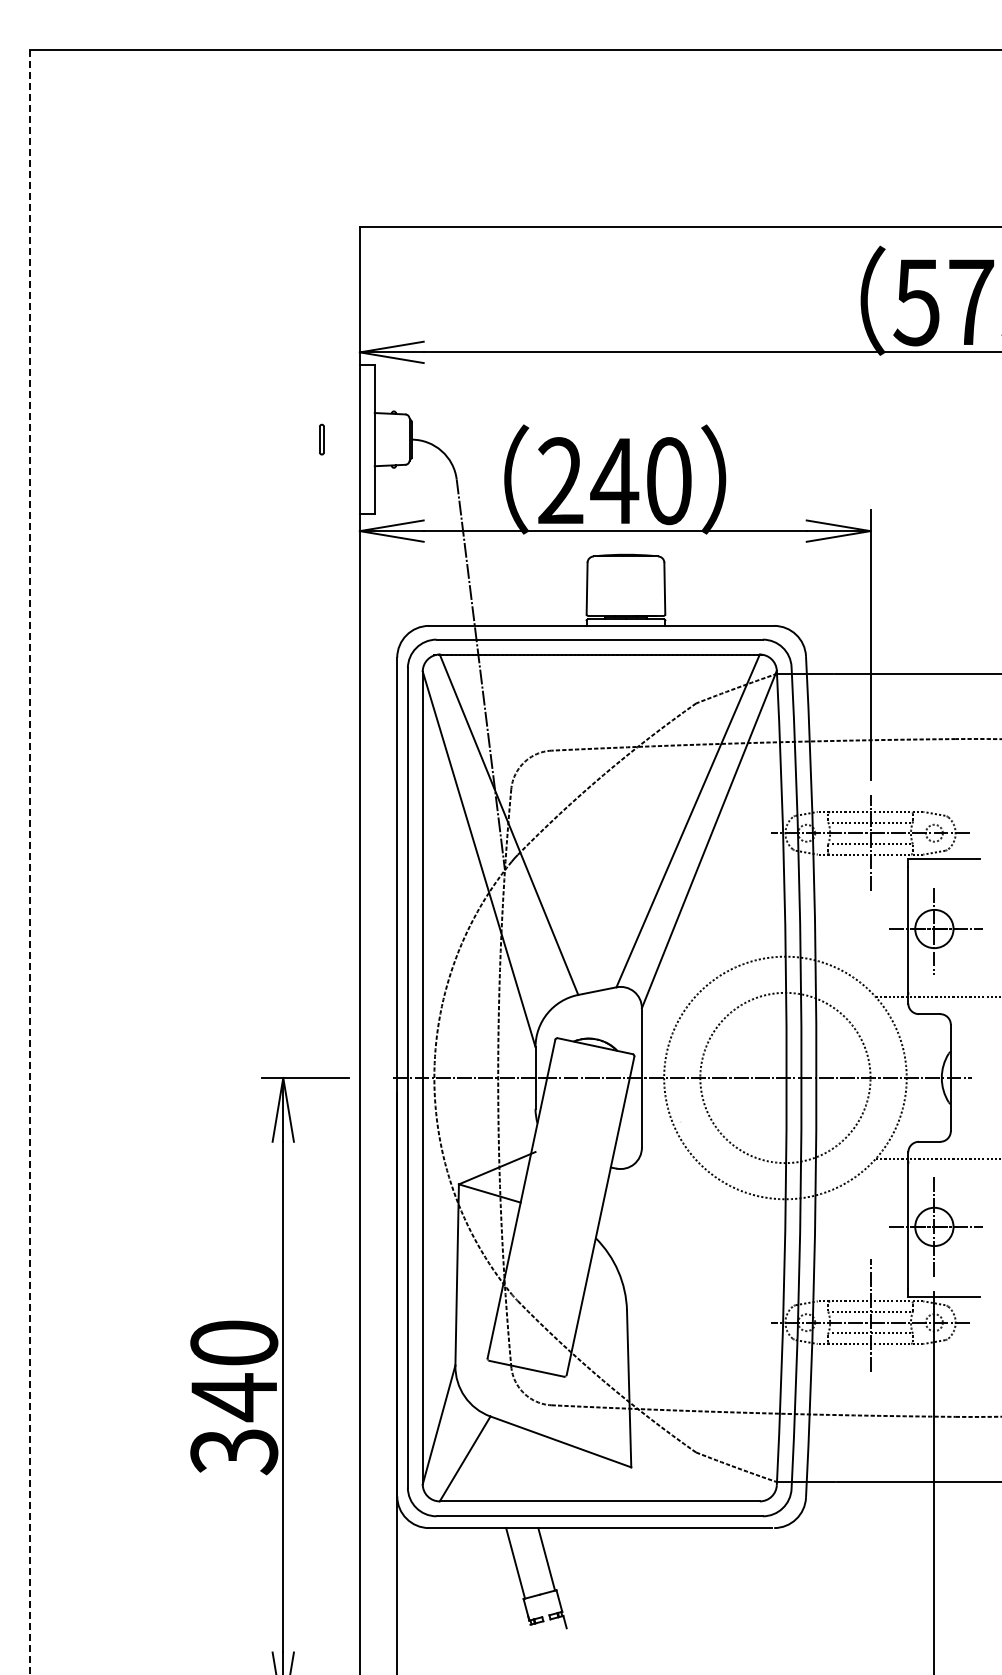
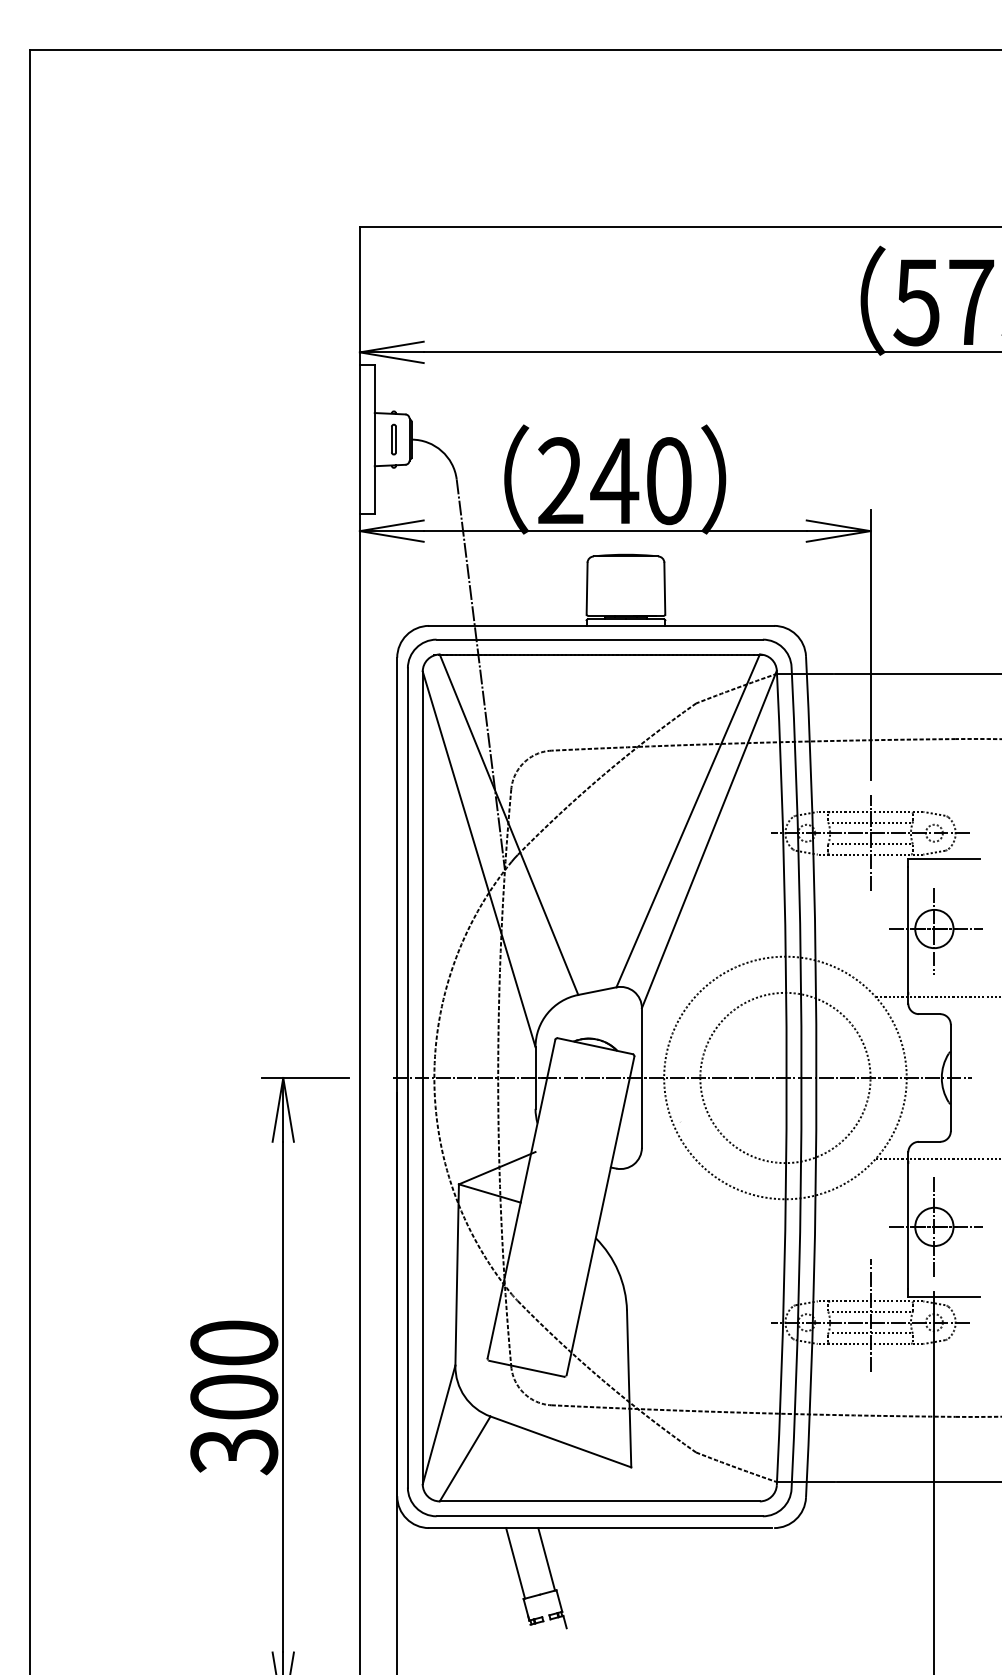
part at (321, 439) position: (321, 439) -> (393, 439)
line at (30, 862): dashed -> solid
text at (234, 1397): 340 -> 300
